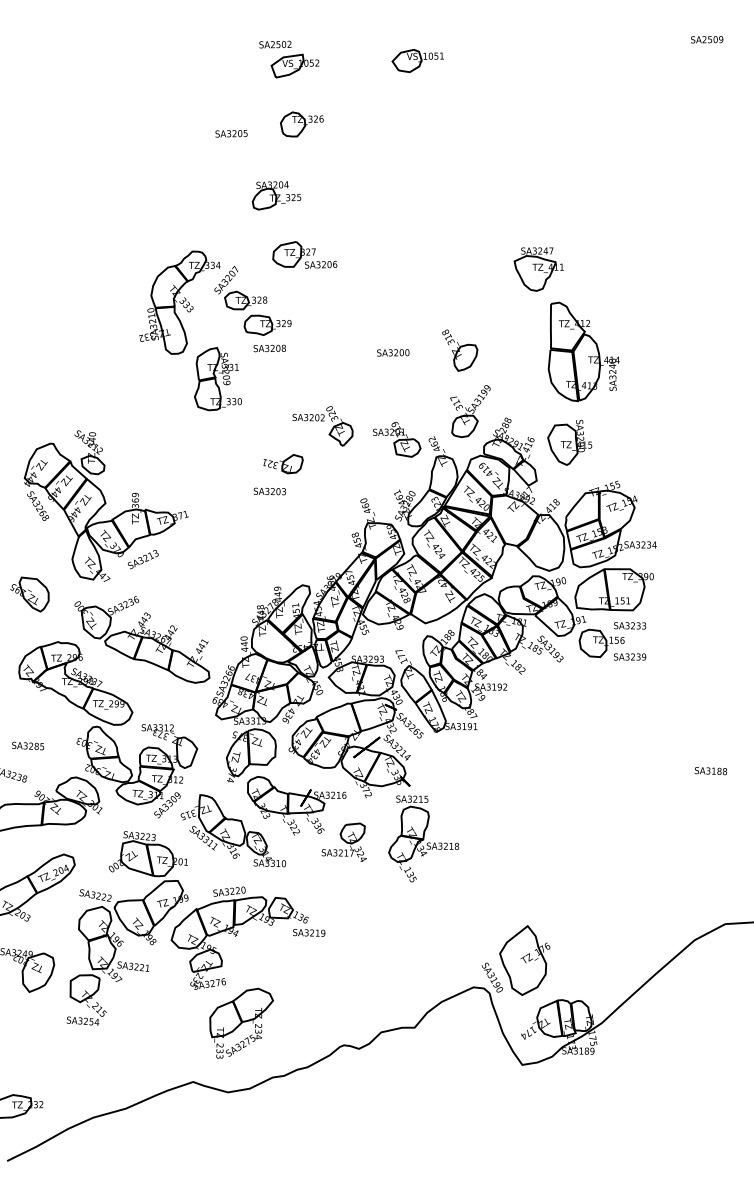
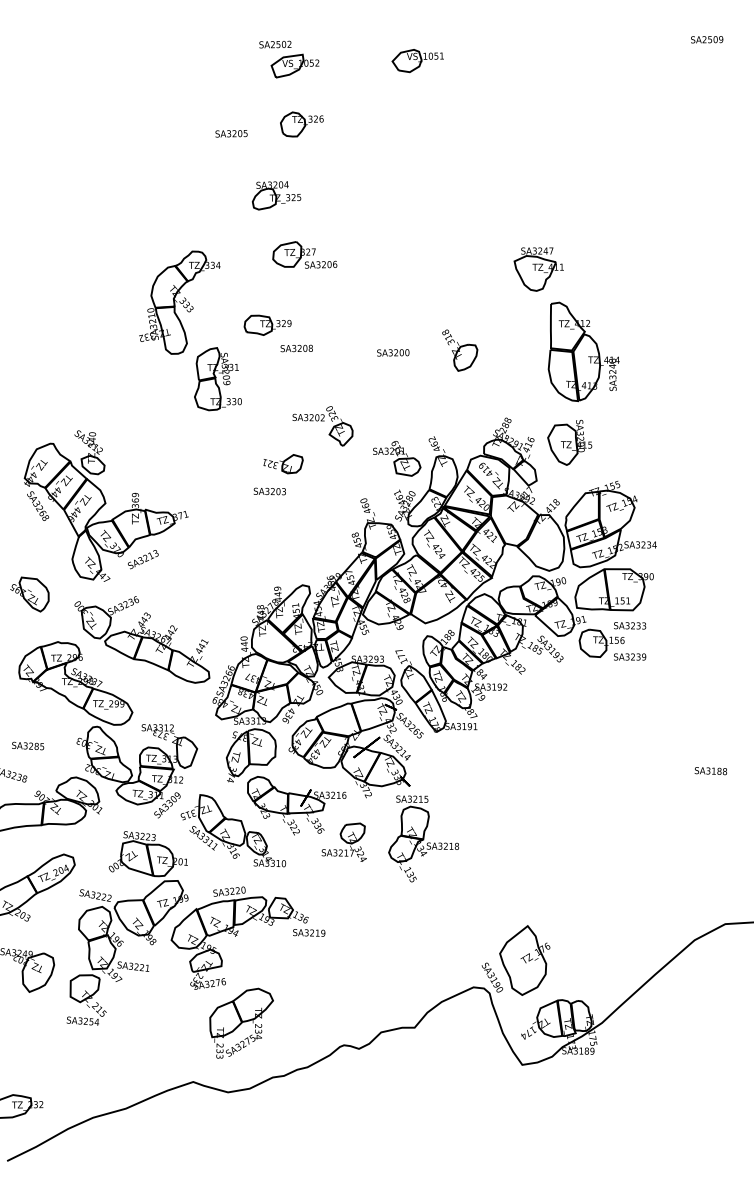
part at (240, 287): present -> none
text at (269, 348) position: (269, 348) -> (296, 348)
part at (470, 411): present -> none
part at (397, 439) position: (397, 439) -> (397, 458)
